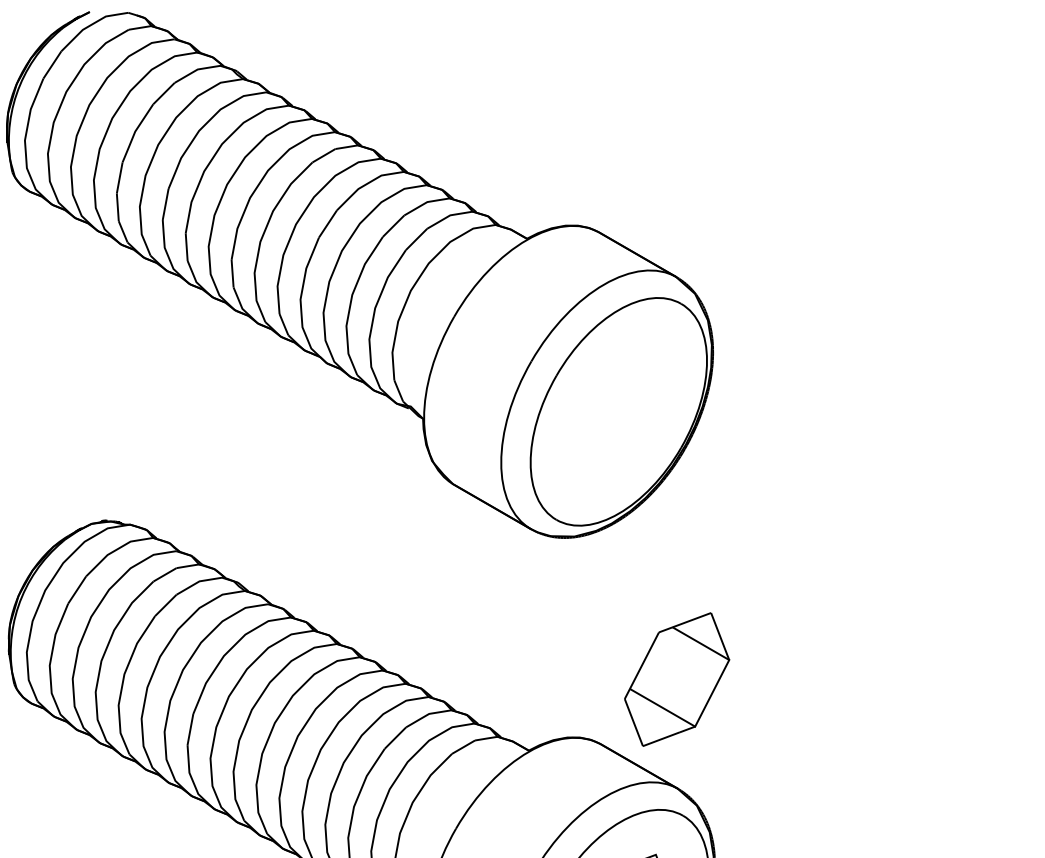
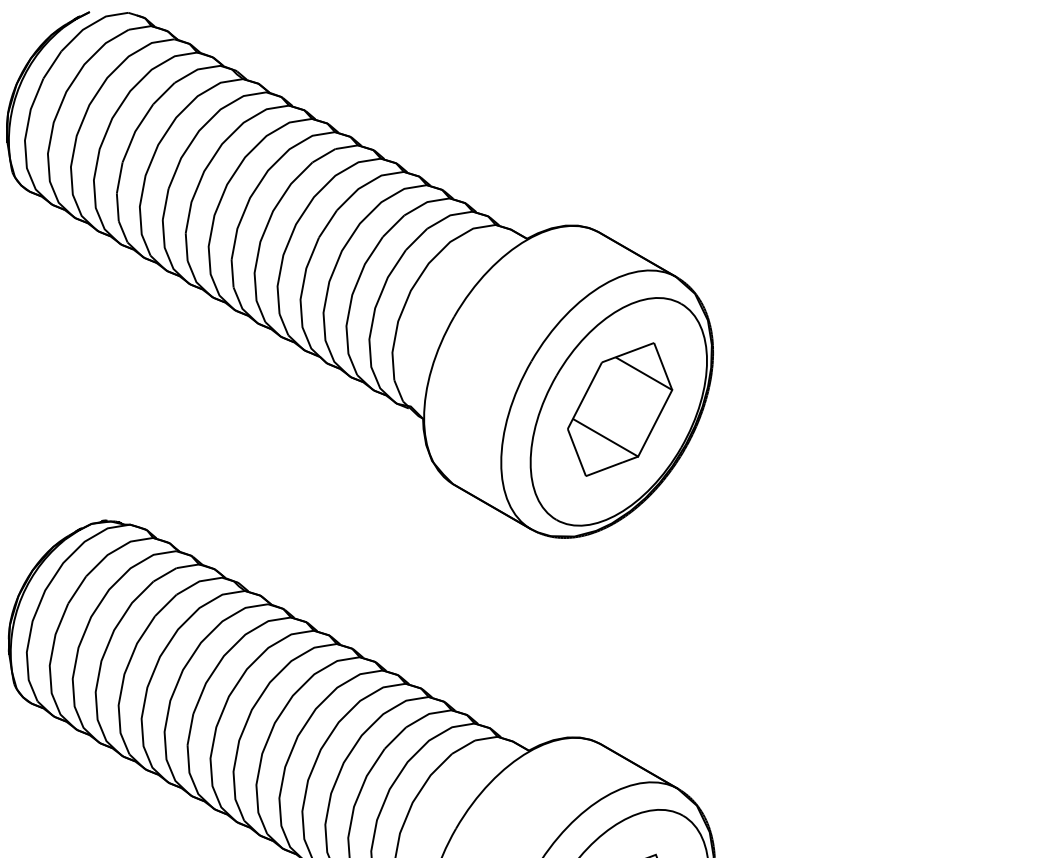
part at (677, 679) position: (677, 679) -> (620, 409)
